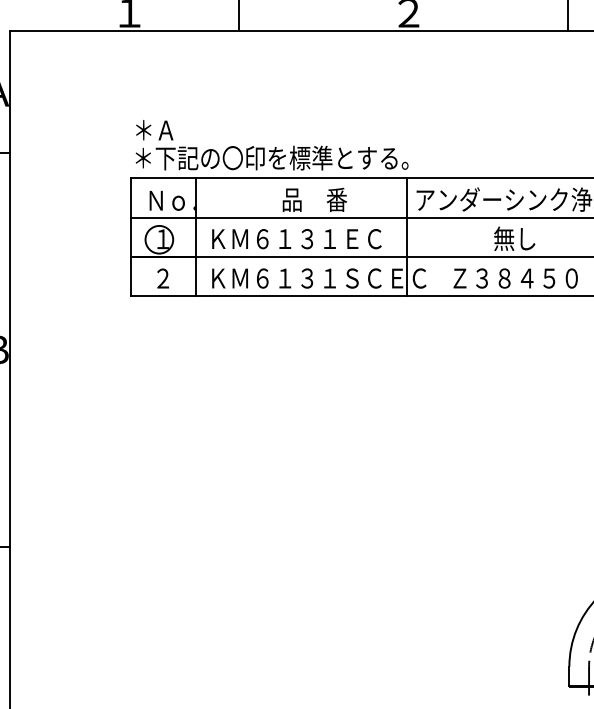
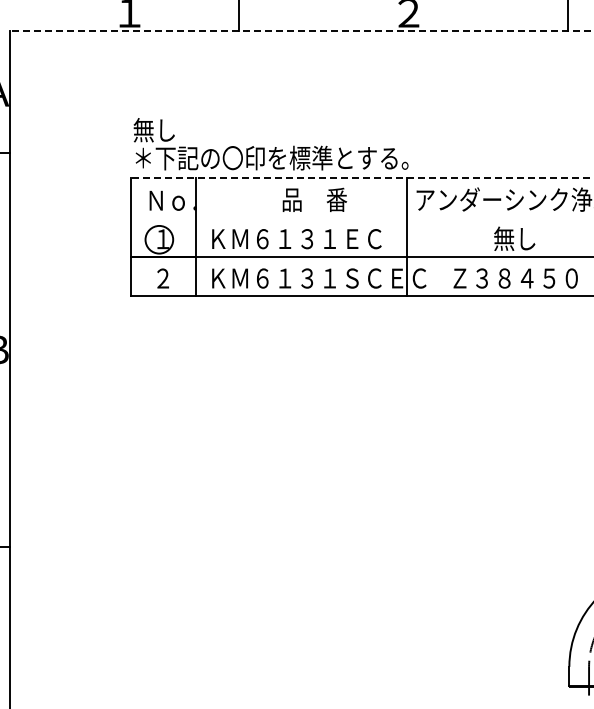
line at (301, 31): solid -> dashed
text at (153, 130): ＊Ａ -> 無し
line at (361, 178): solid -> dashed
line at (360, 217): present -> none
